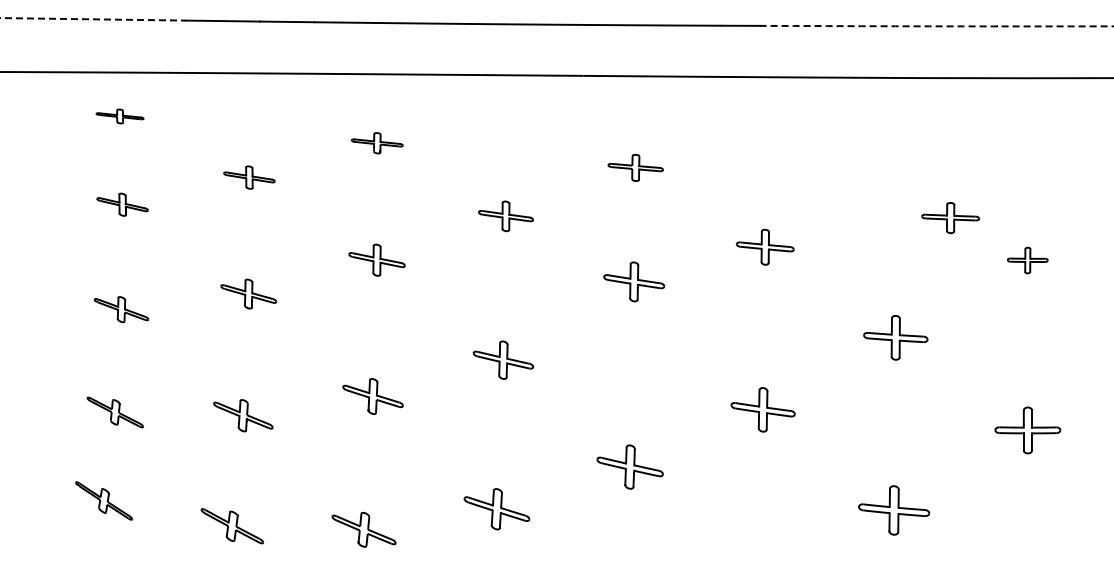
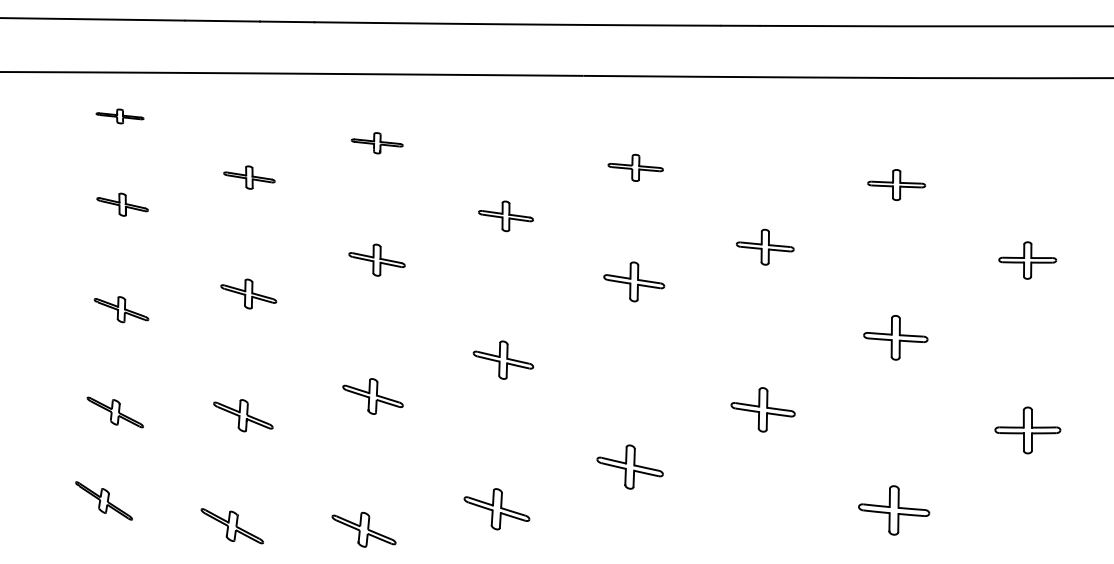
line at (93, 19): dashed -> solid
arc at (936, 26): dashed -> solid
part at (950, 217) position: (950, 217) -> (896, 184)
part at (1027, 260) size: 42x29 px -> 60x39 px
